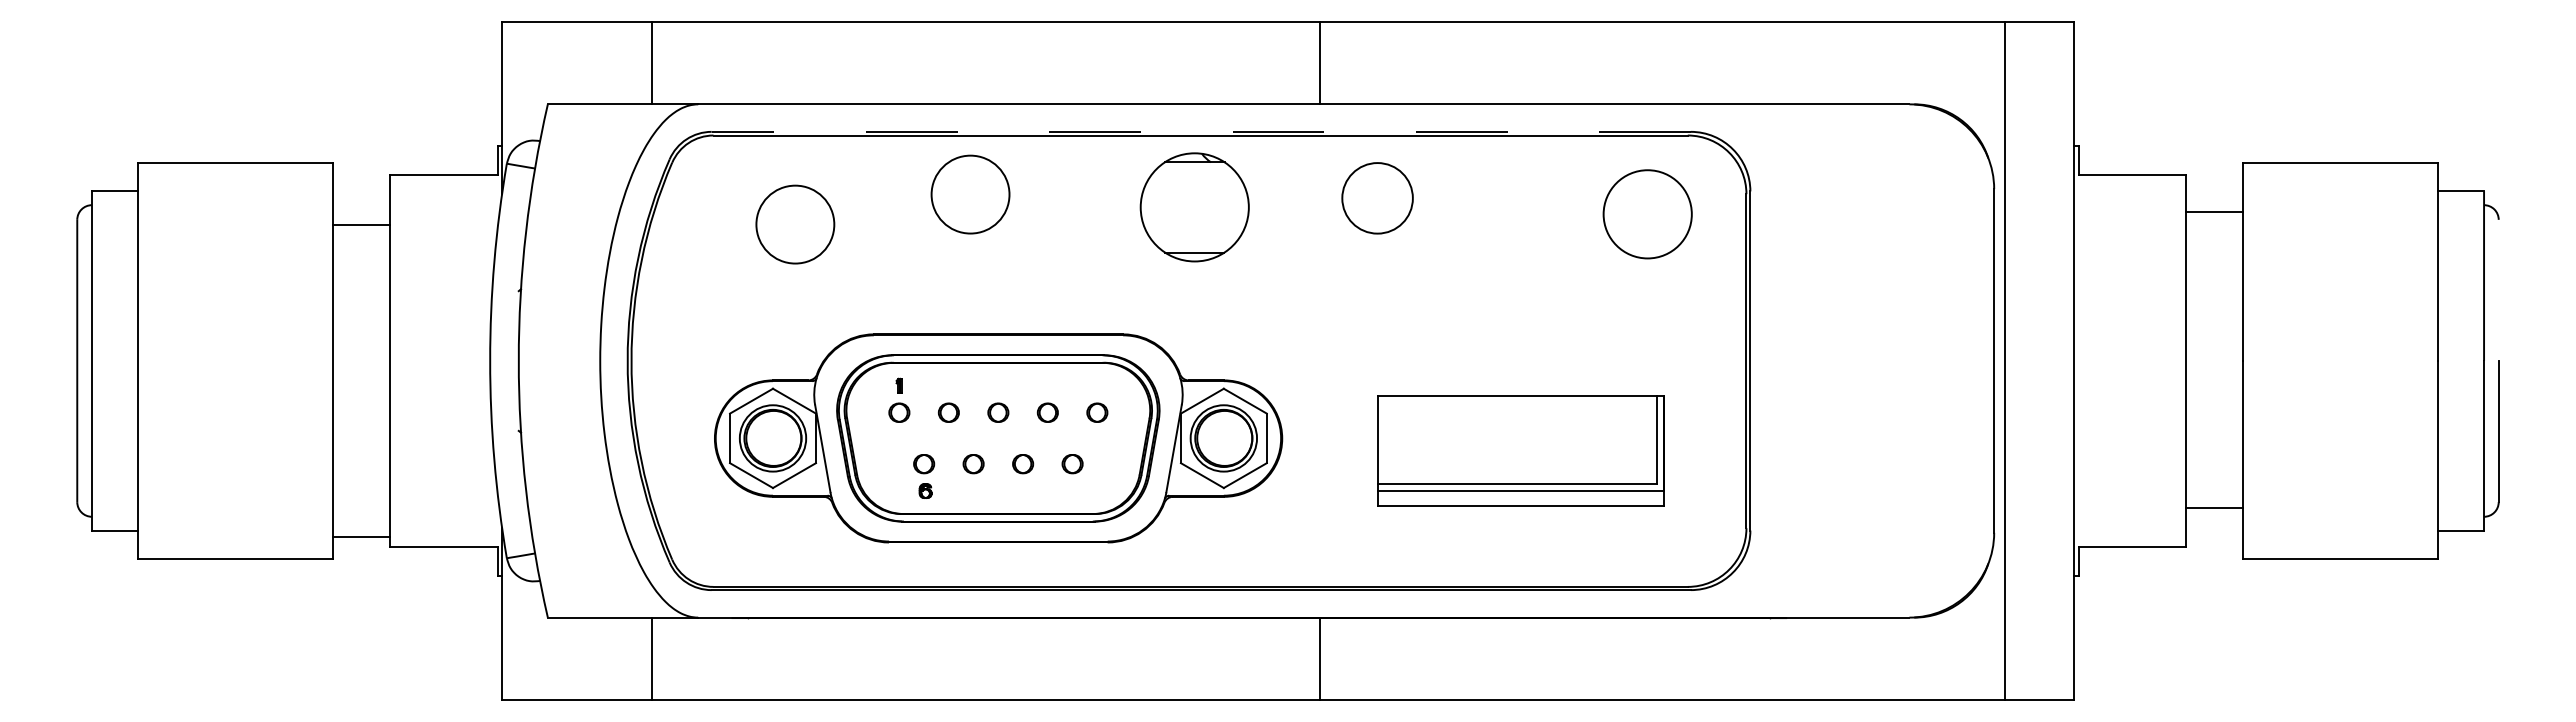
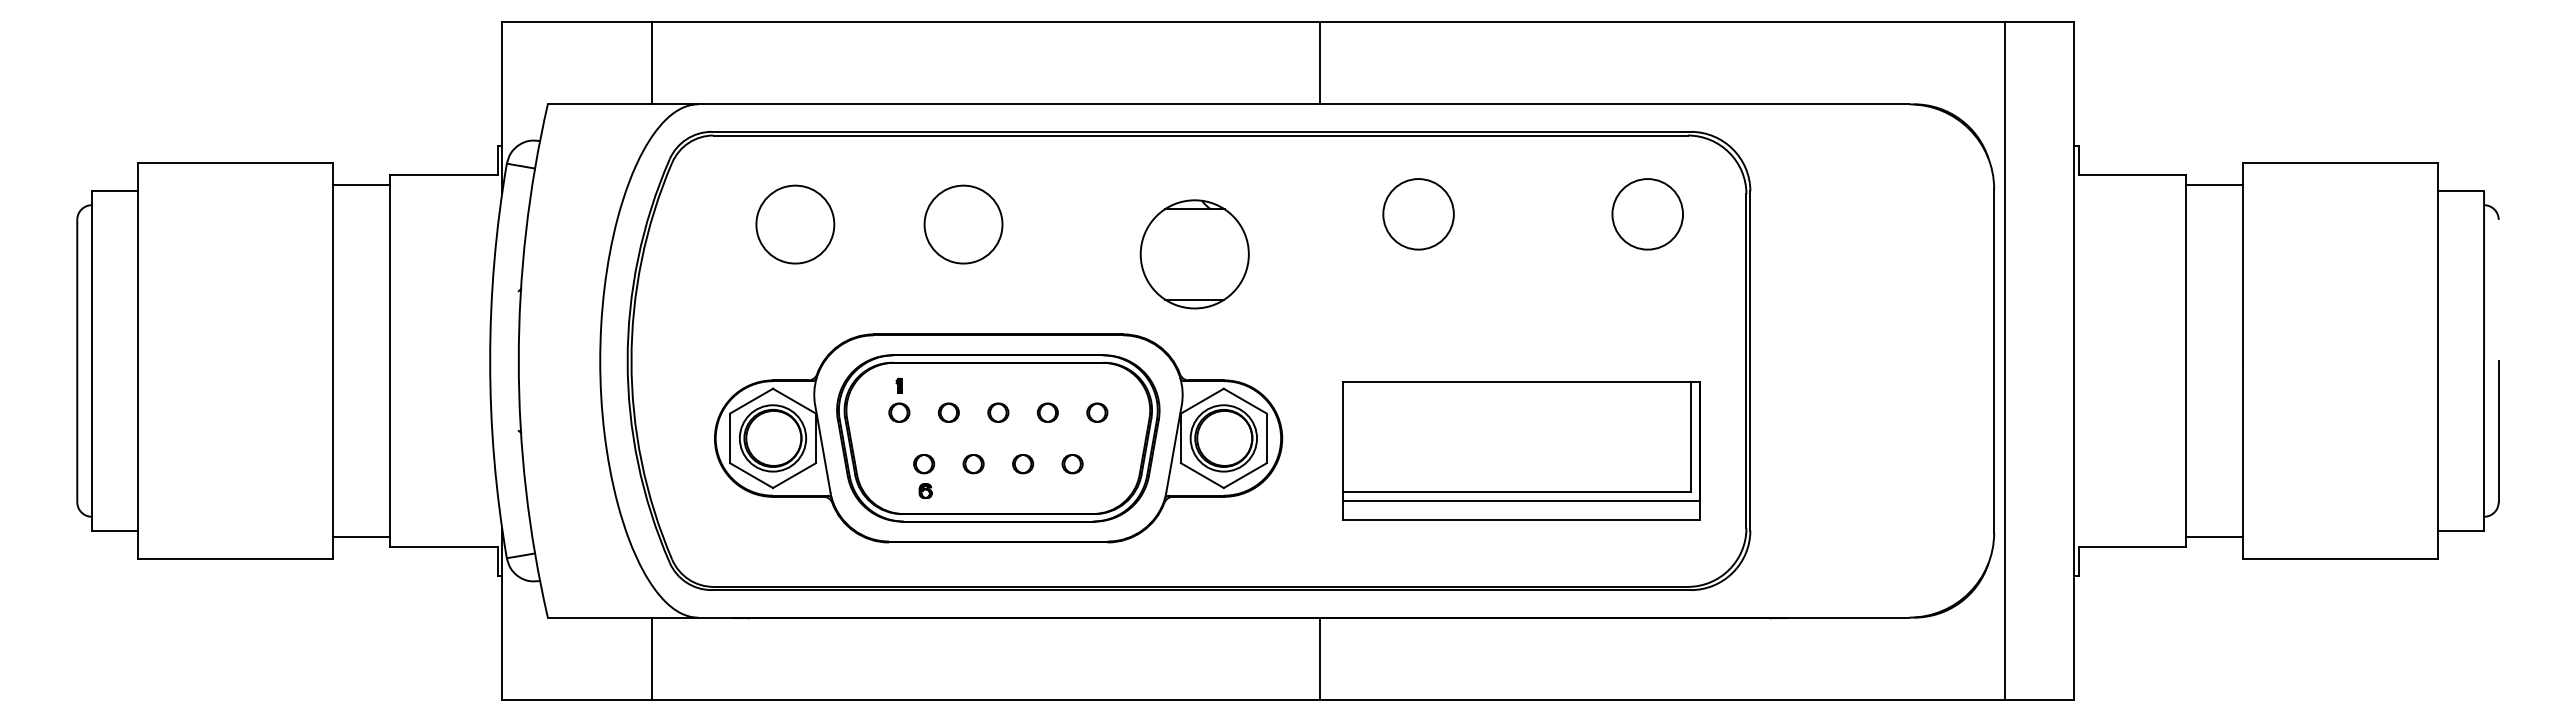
line at (1201, 131): dashed -> solid
circle at (970, 194) position: (970, 194) -> (963, 224)
circle at (1377, 198) position: (1377, 198) -> (1418, 214)
part at (1194, 207) position: (1194, 207) -> (1194, 254)
line at (2214, 212) position: (2214, 212) -> (2214, 185)
circle at (1647, 214) diameter: 88 px -> 71 px
line at (360, 225) position: (360, 225) -> (360, 185)
part at (1520, 450) size: 288x112 px -> 359x140 px
line at (2214, 507) position: (2214, 507) -> (2214, 536)
